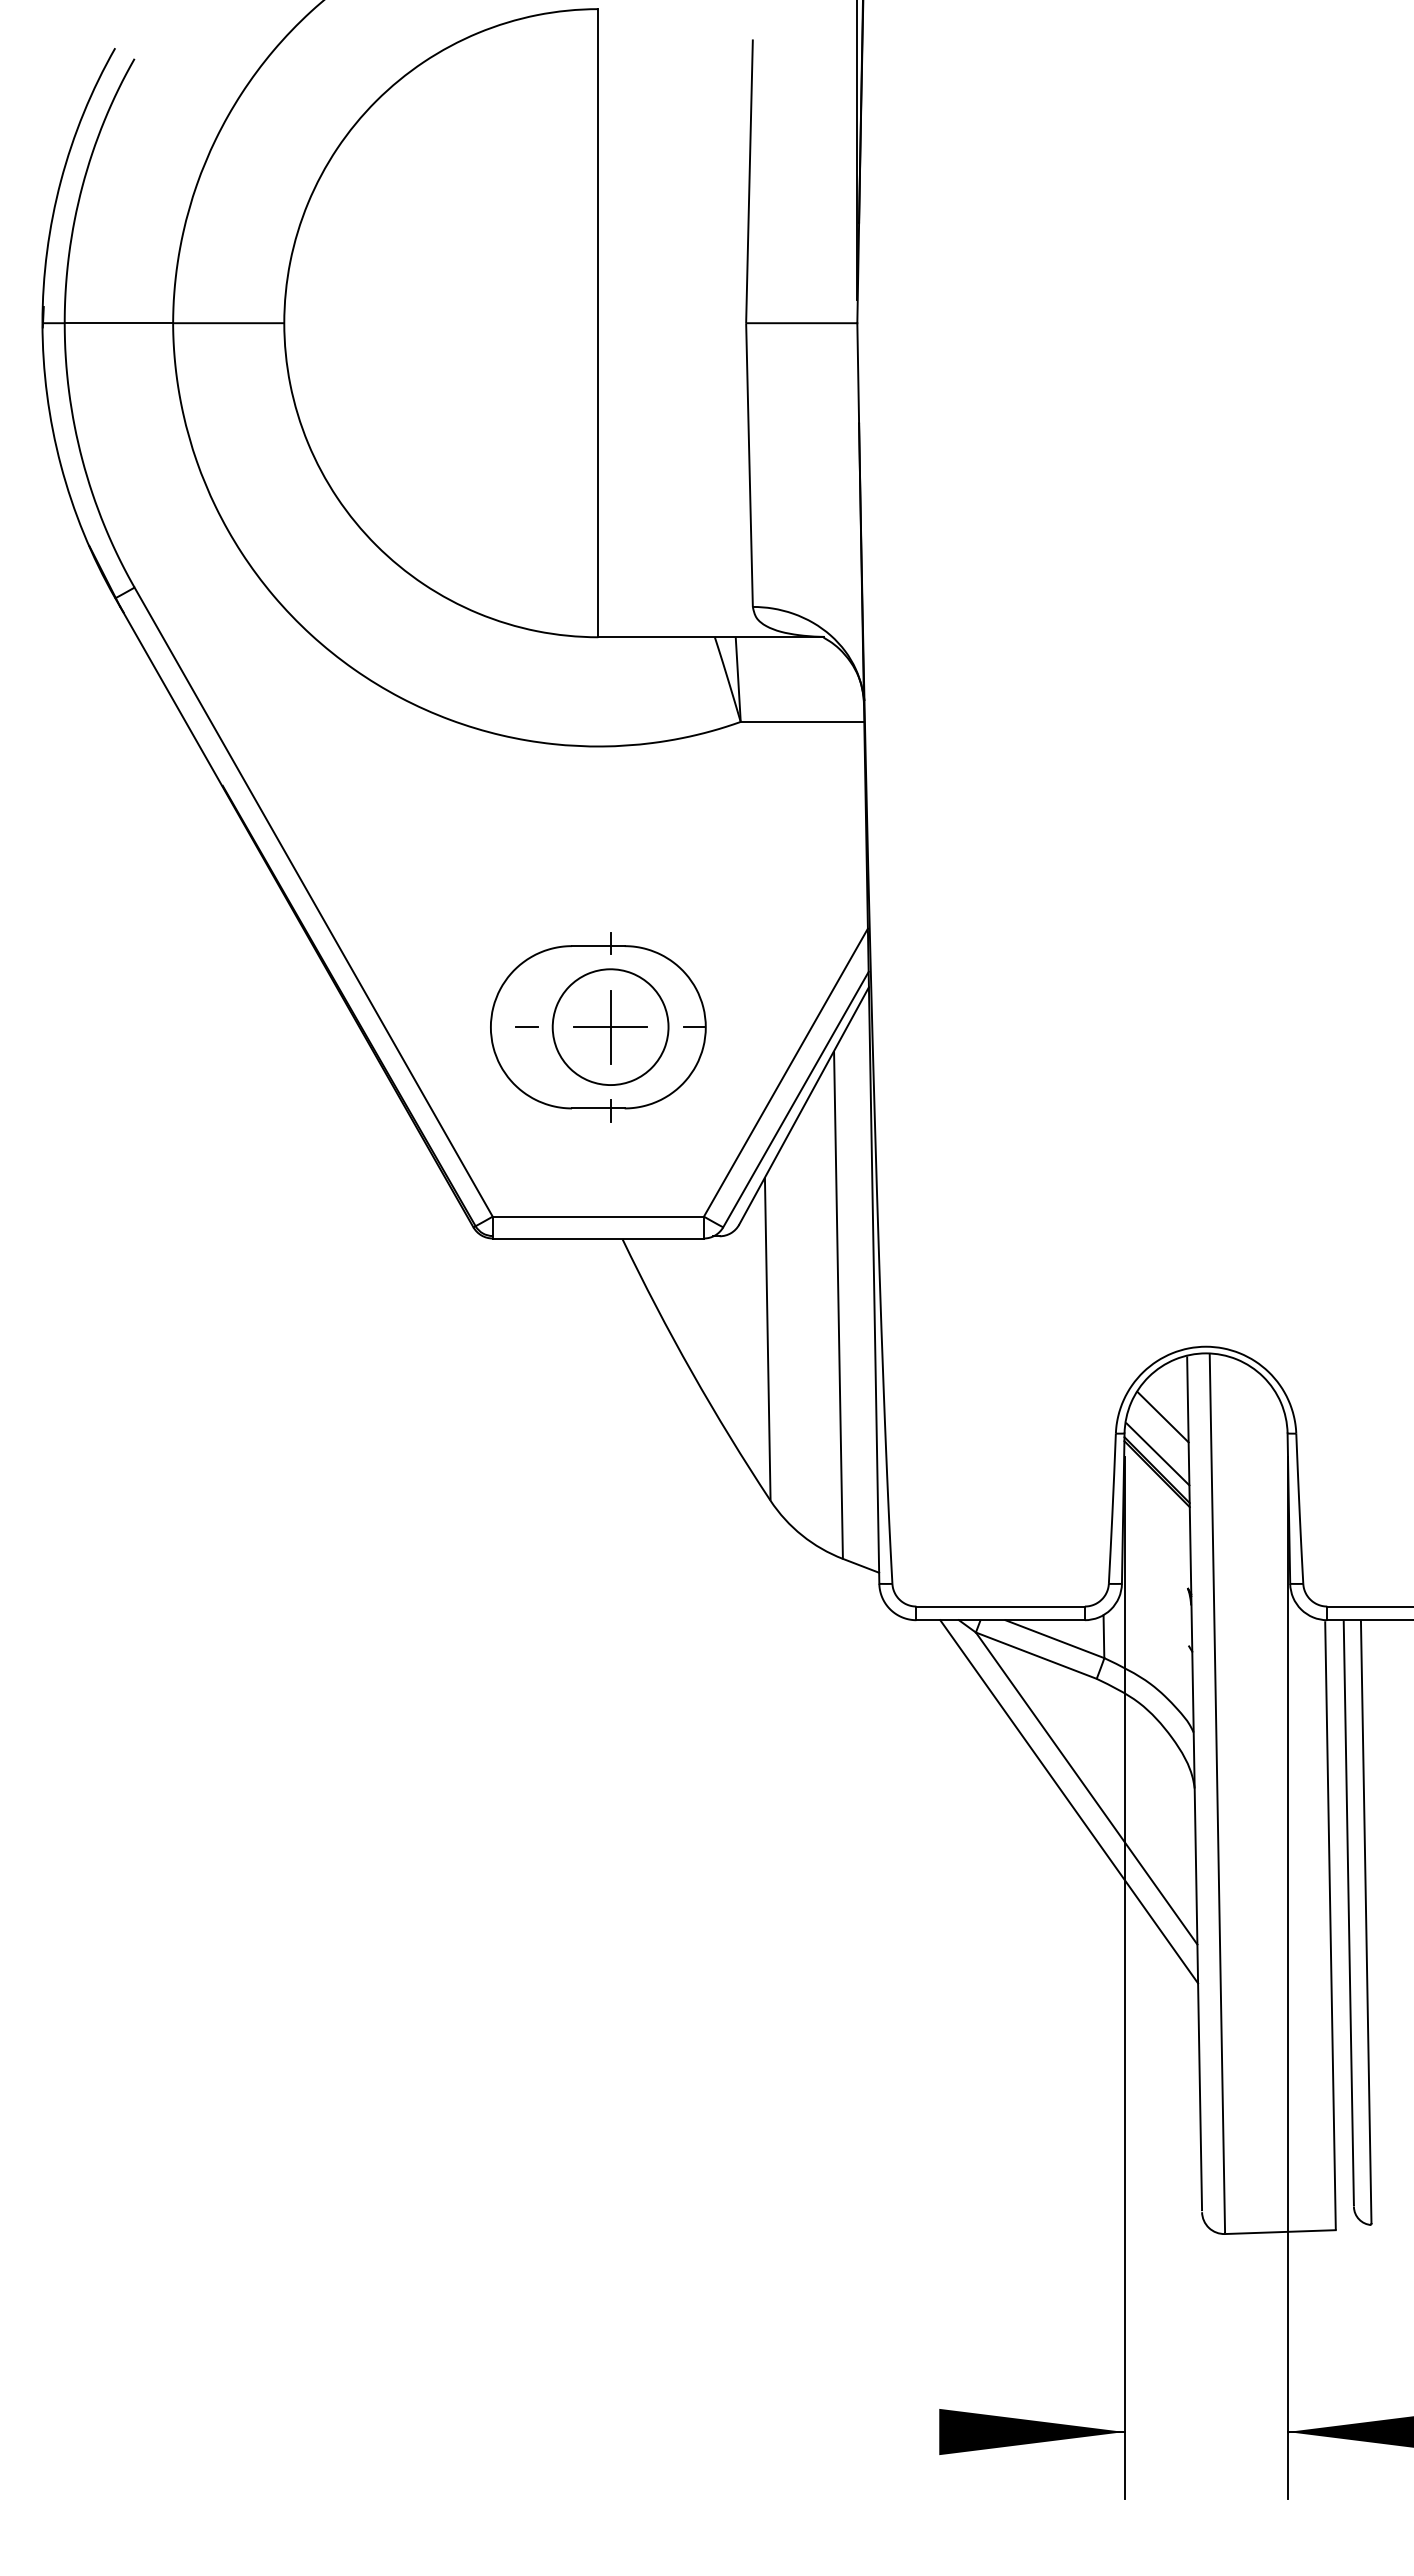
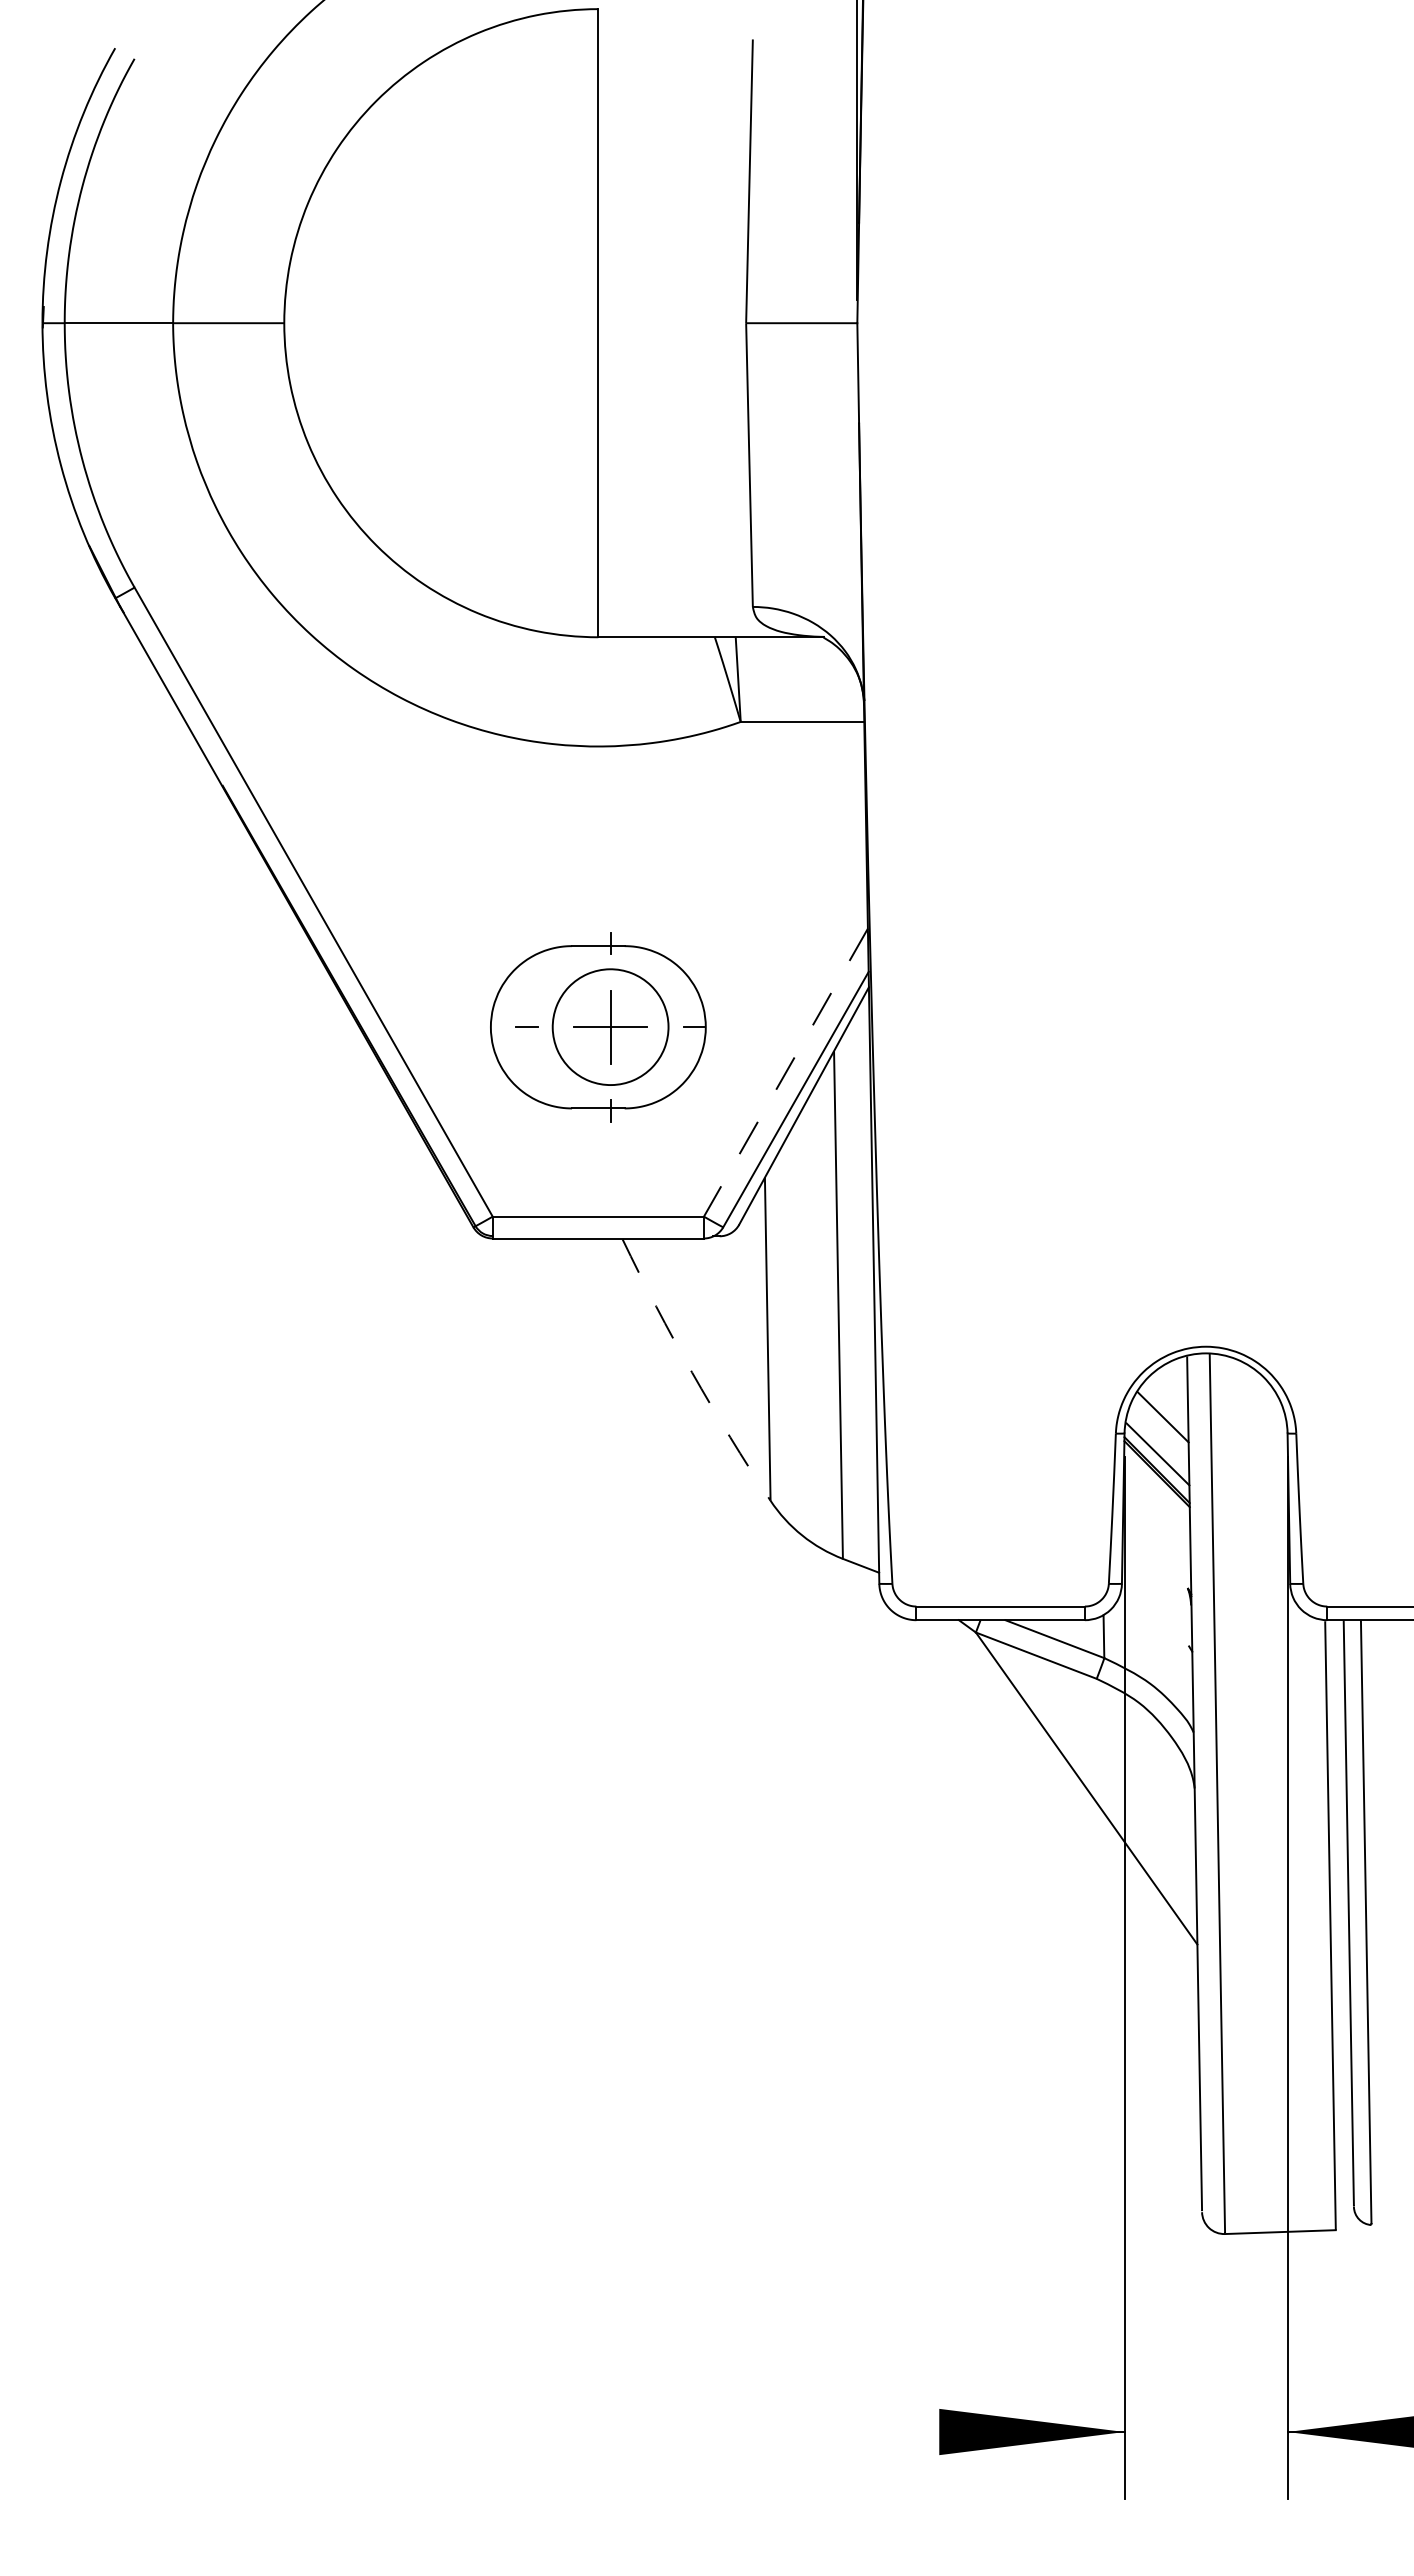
line at (785, 1072): solid -> dashed
arc at (692, 1372): solid -> dashed
line at (1069, 1801): present -> none
